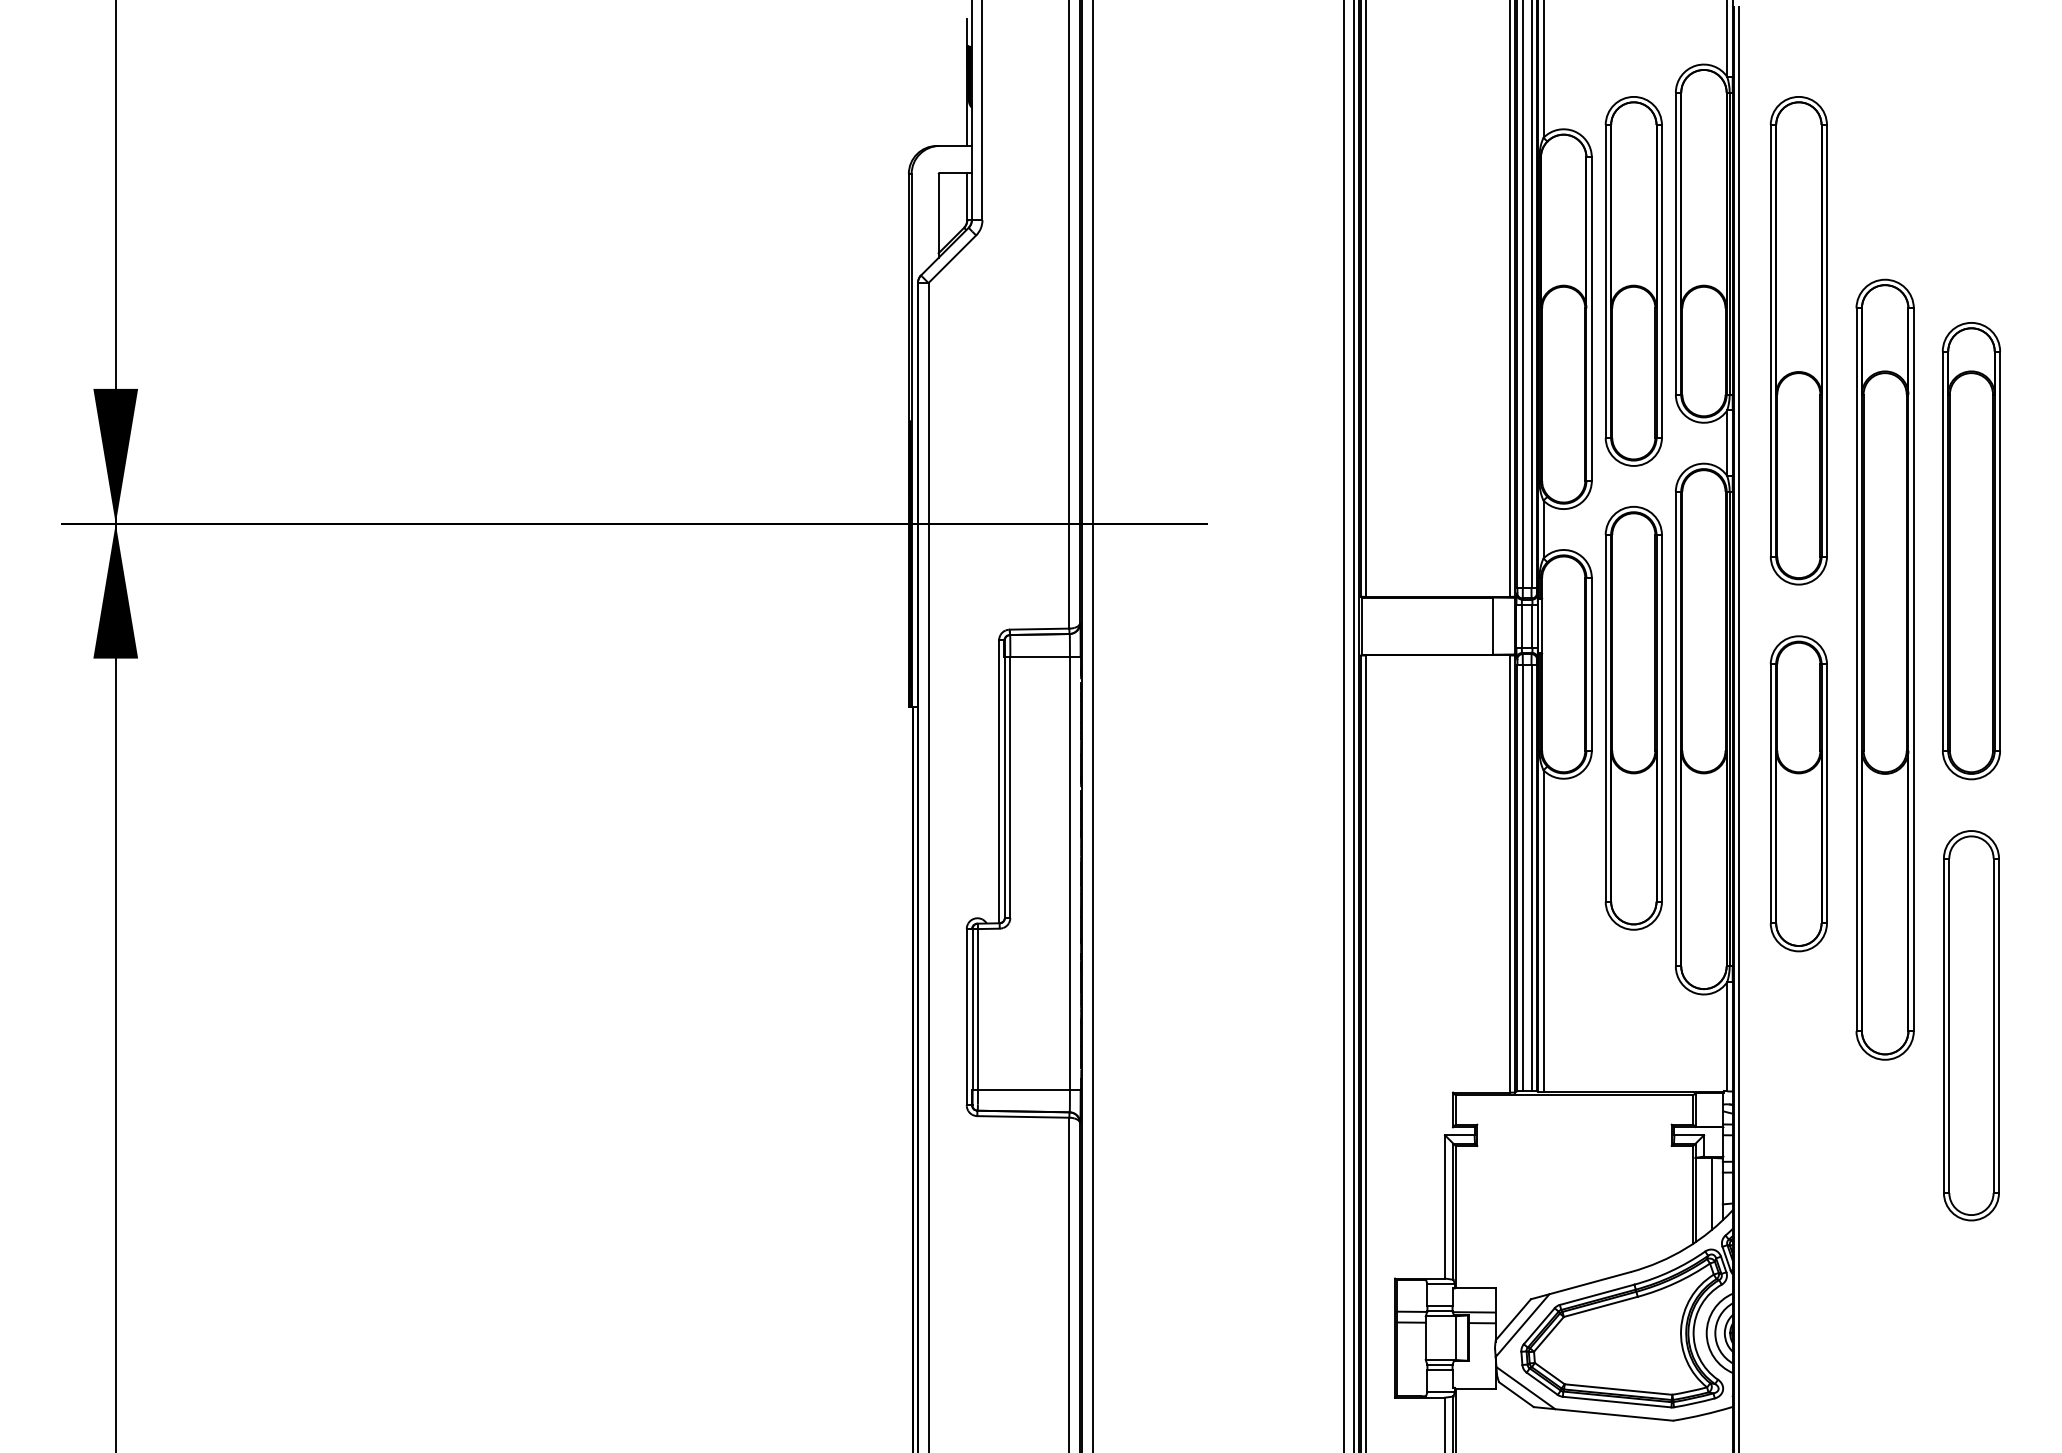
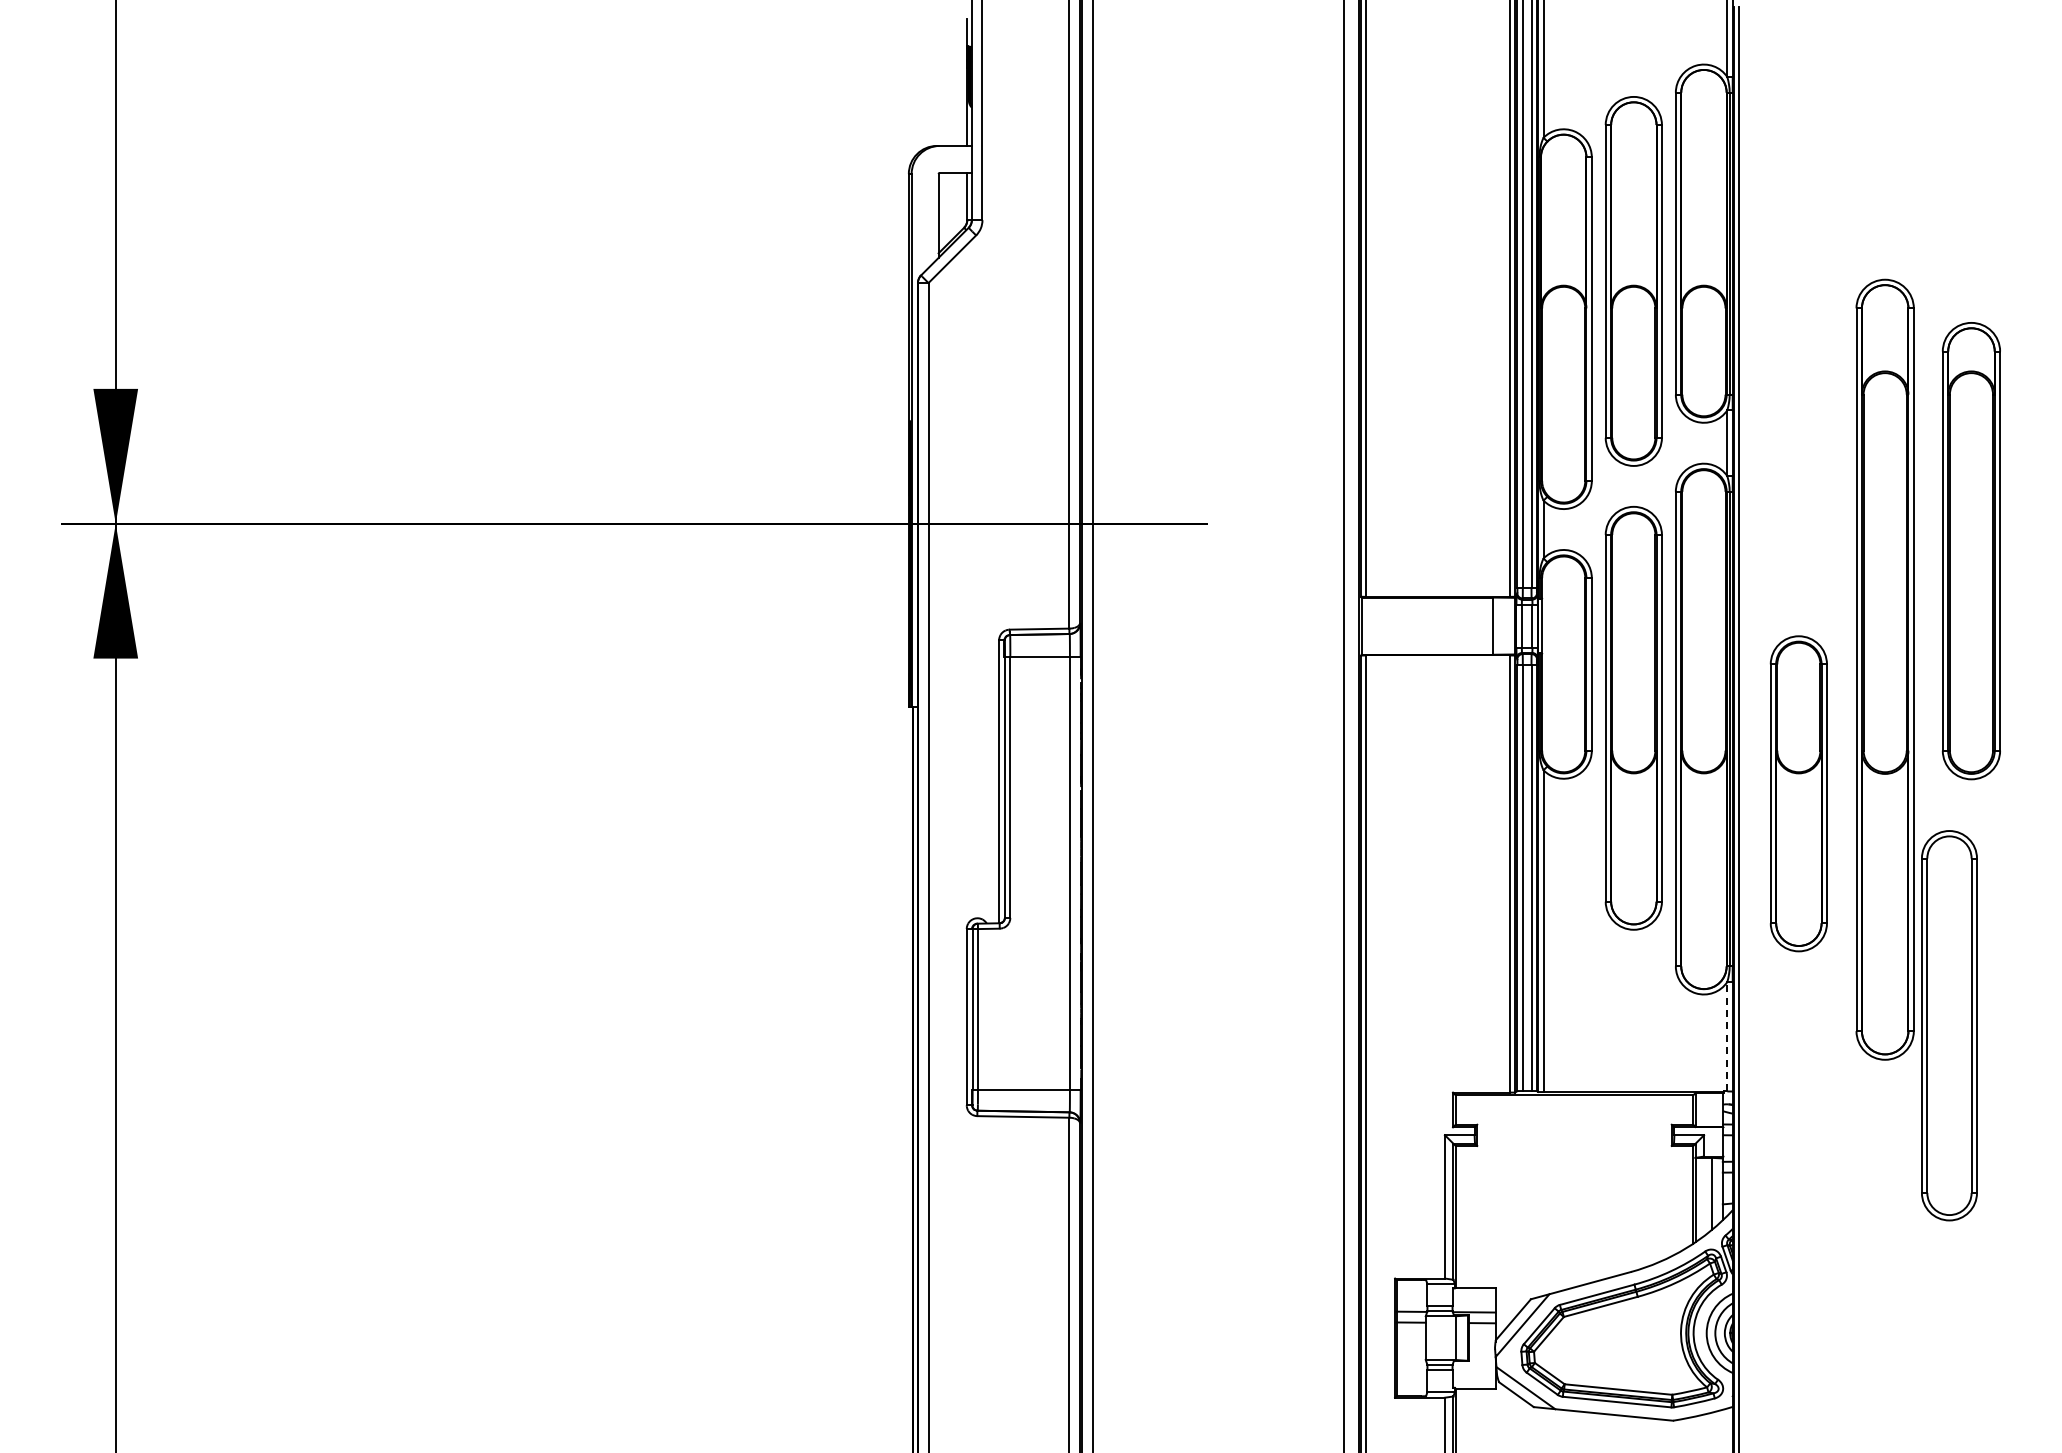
part at (1798, 340): present -> none
line at (1353, 725): present -> none
part at (1971, 1025) position: (1971, 1025) -> (1949, 1025)
line at (1727, 1036): solid -> dashed
